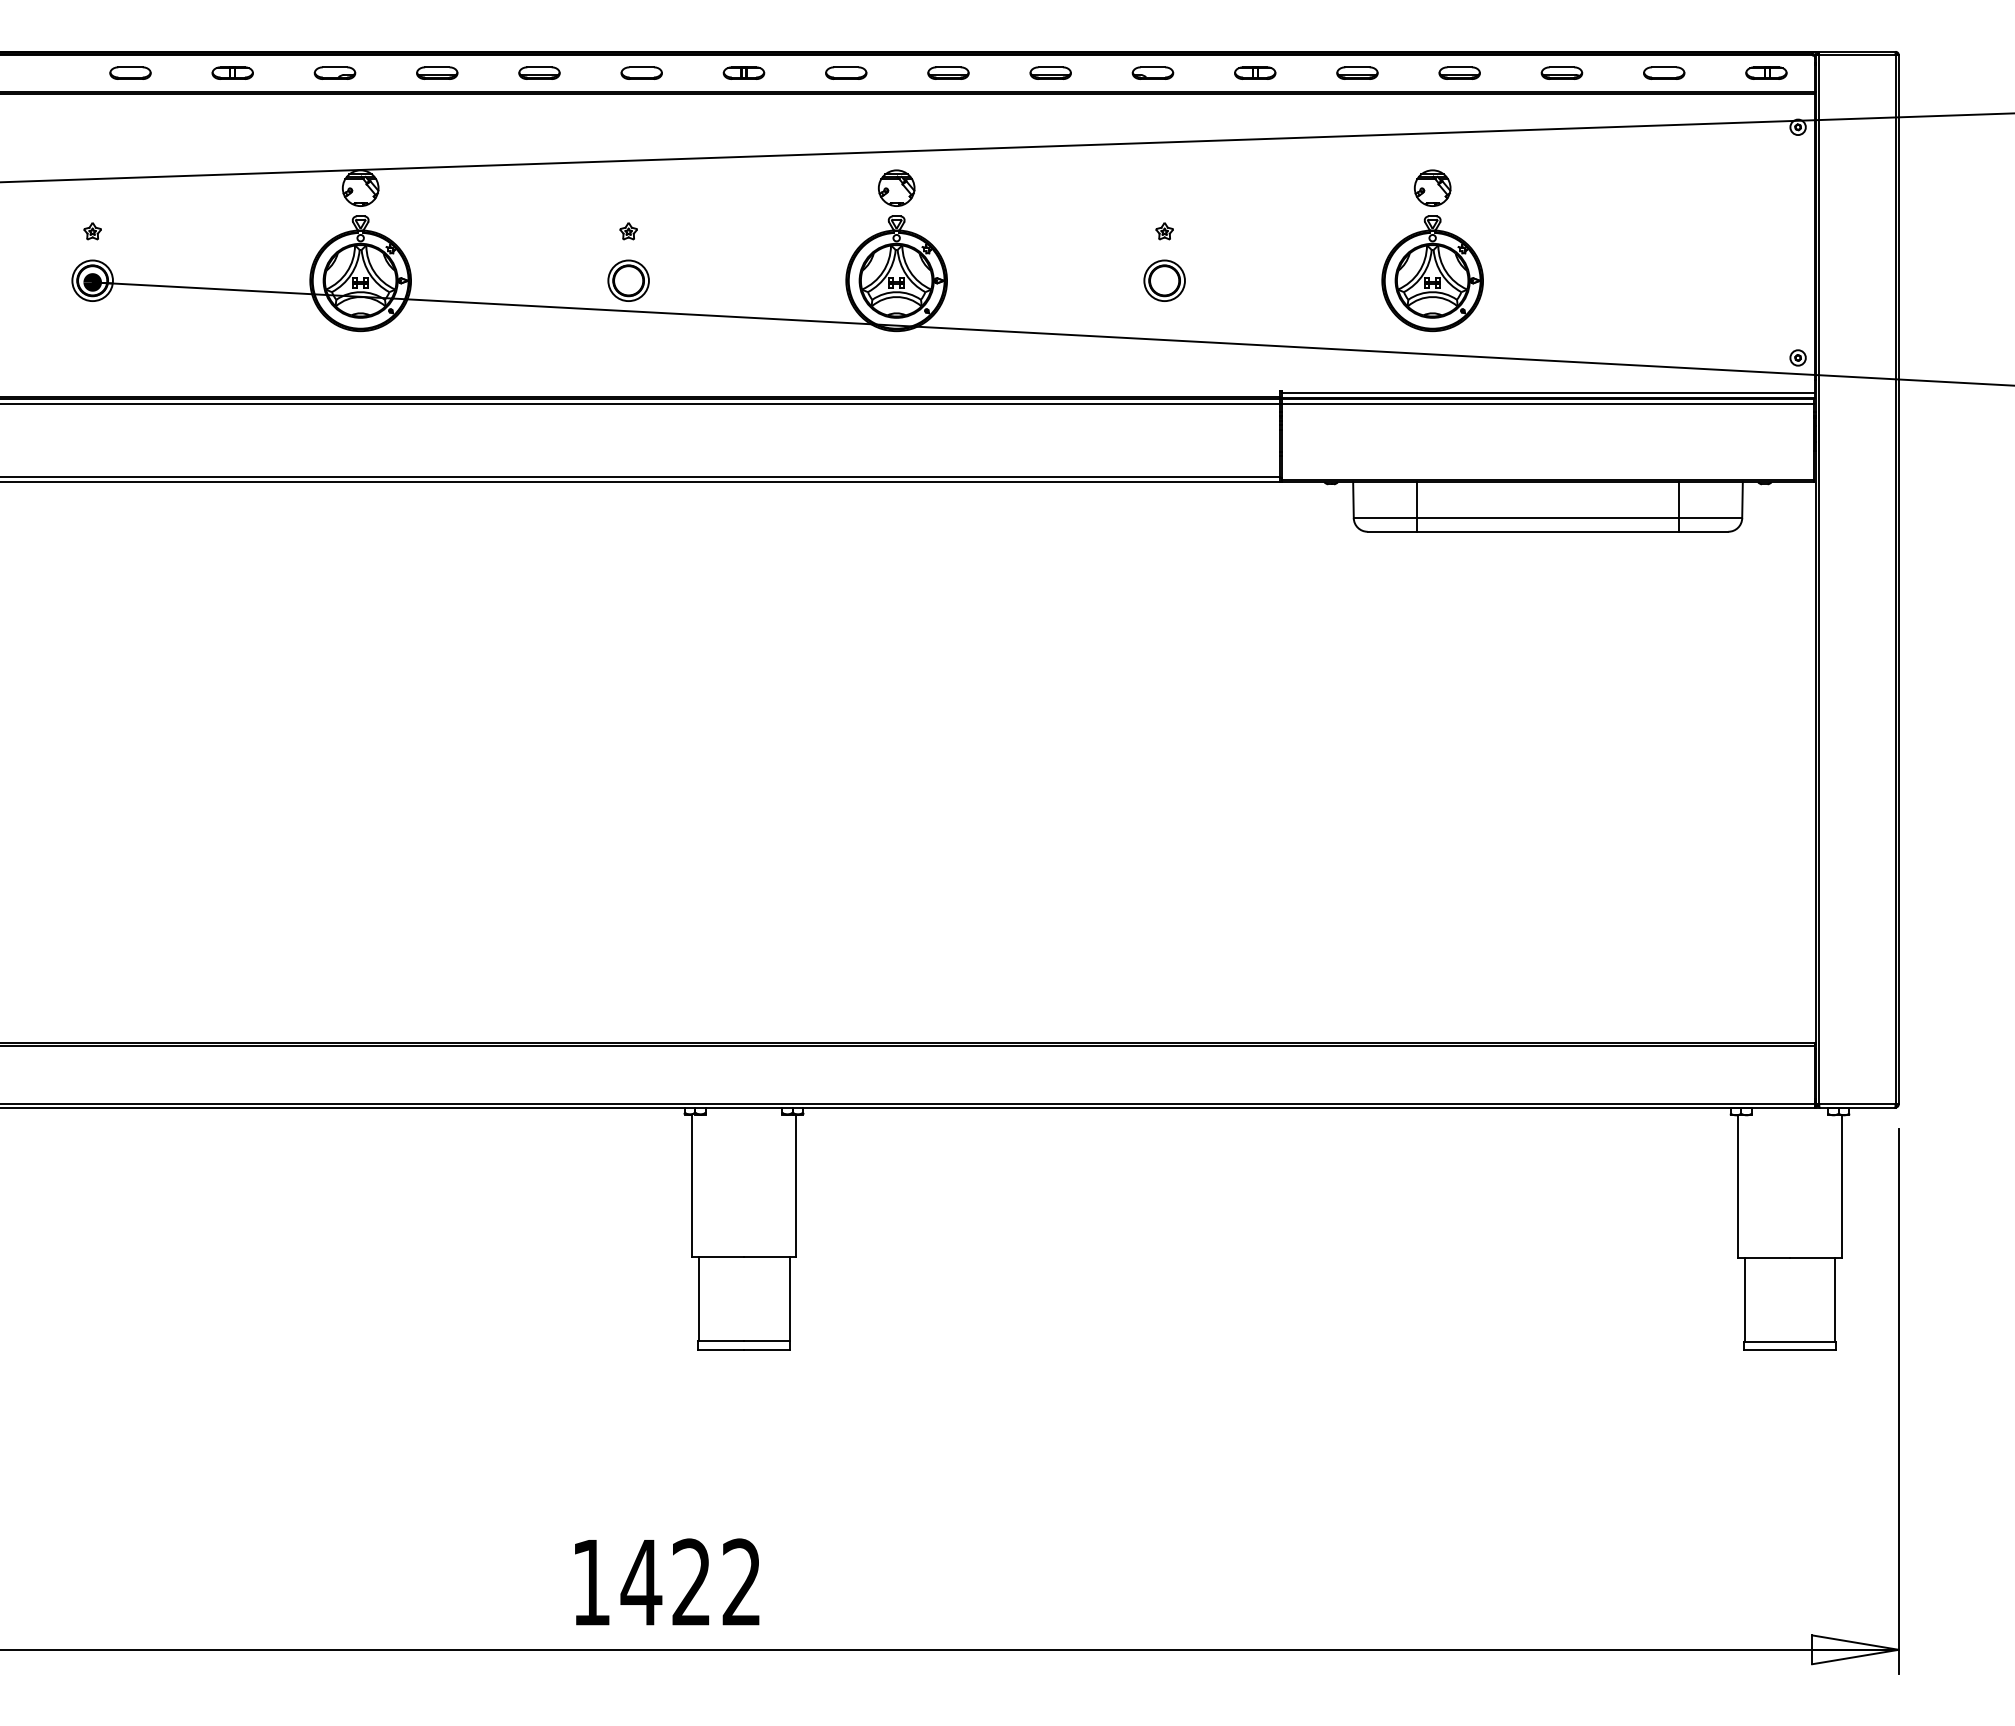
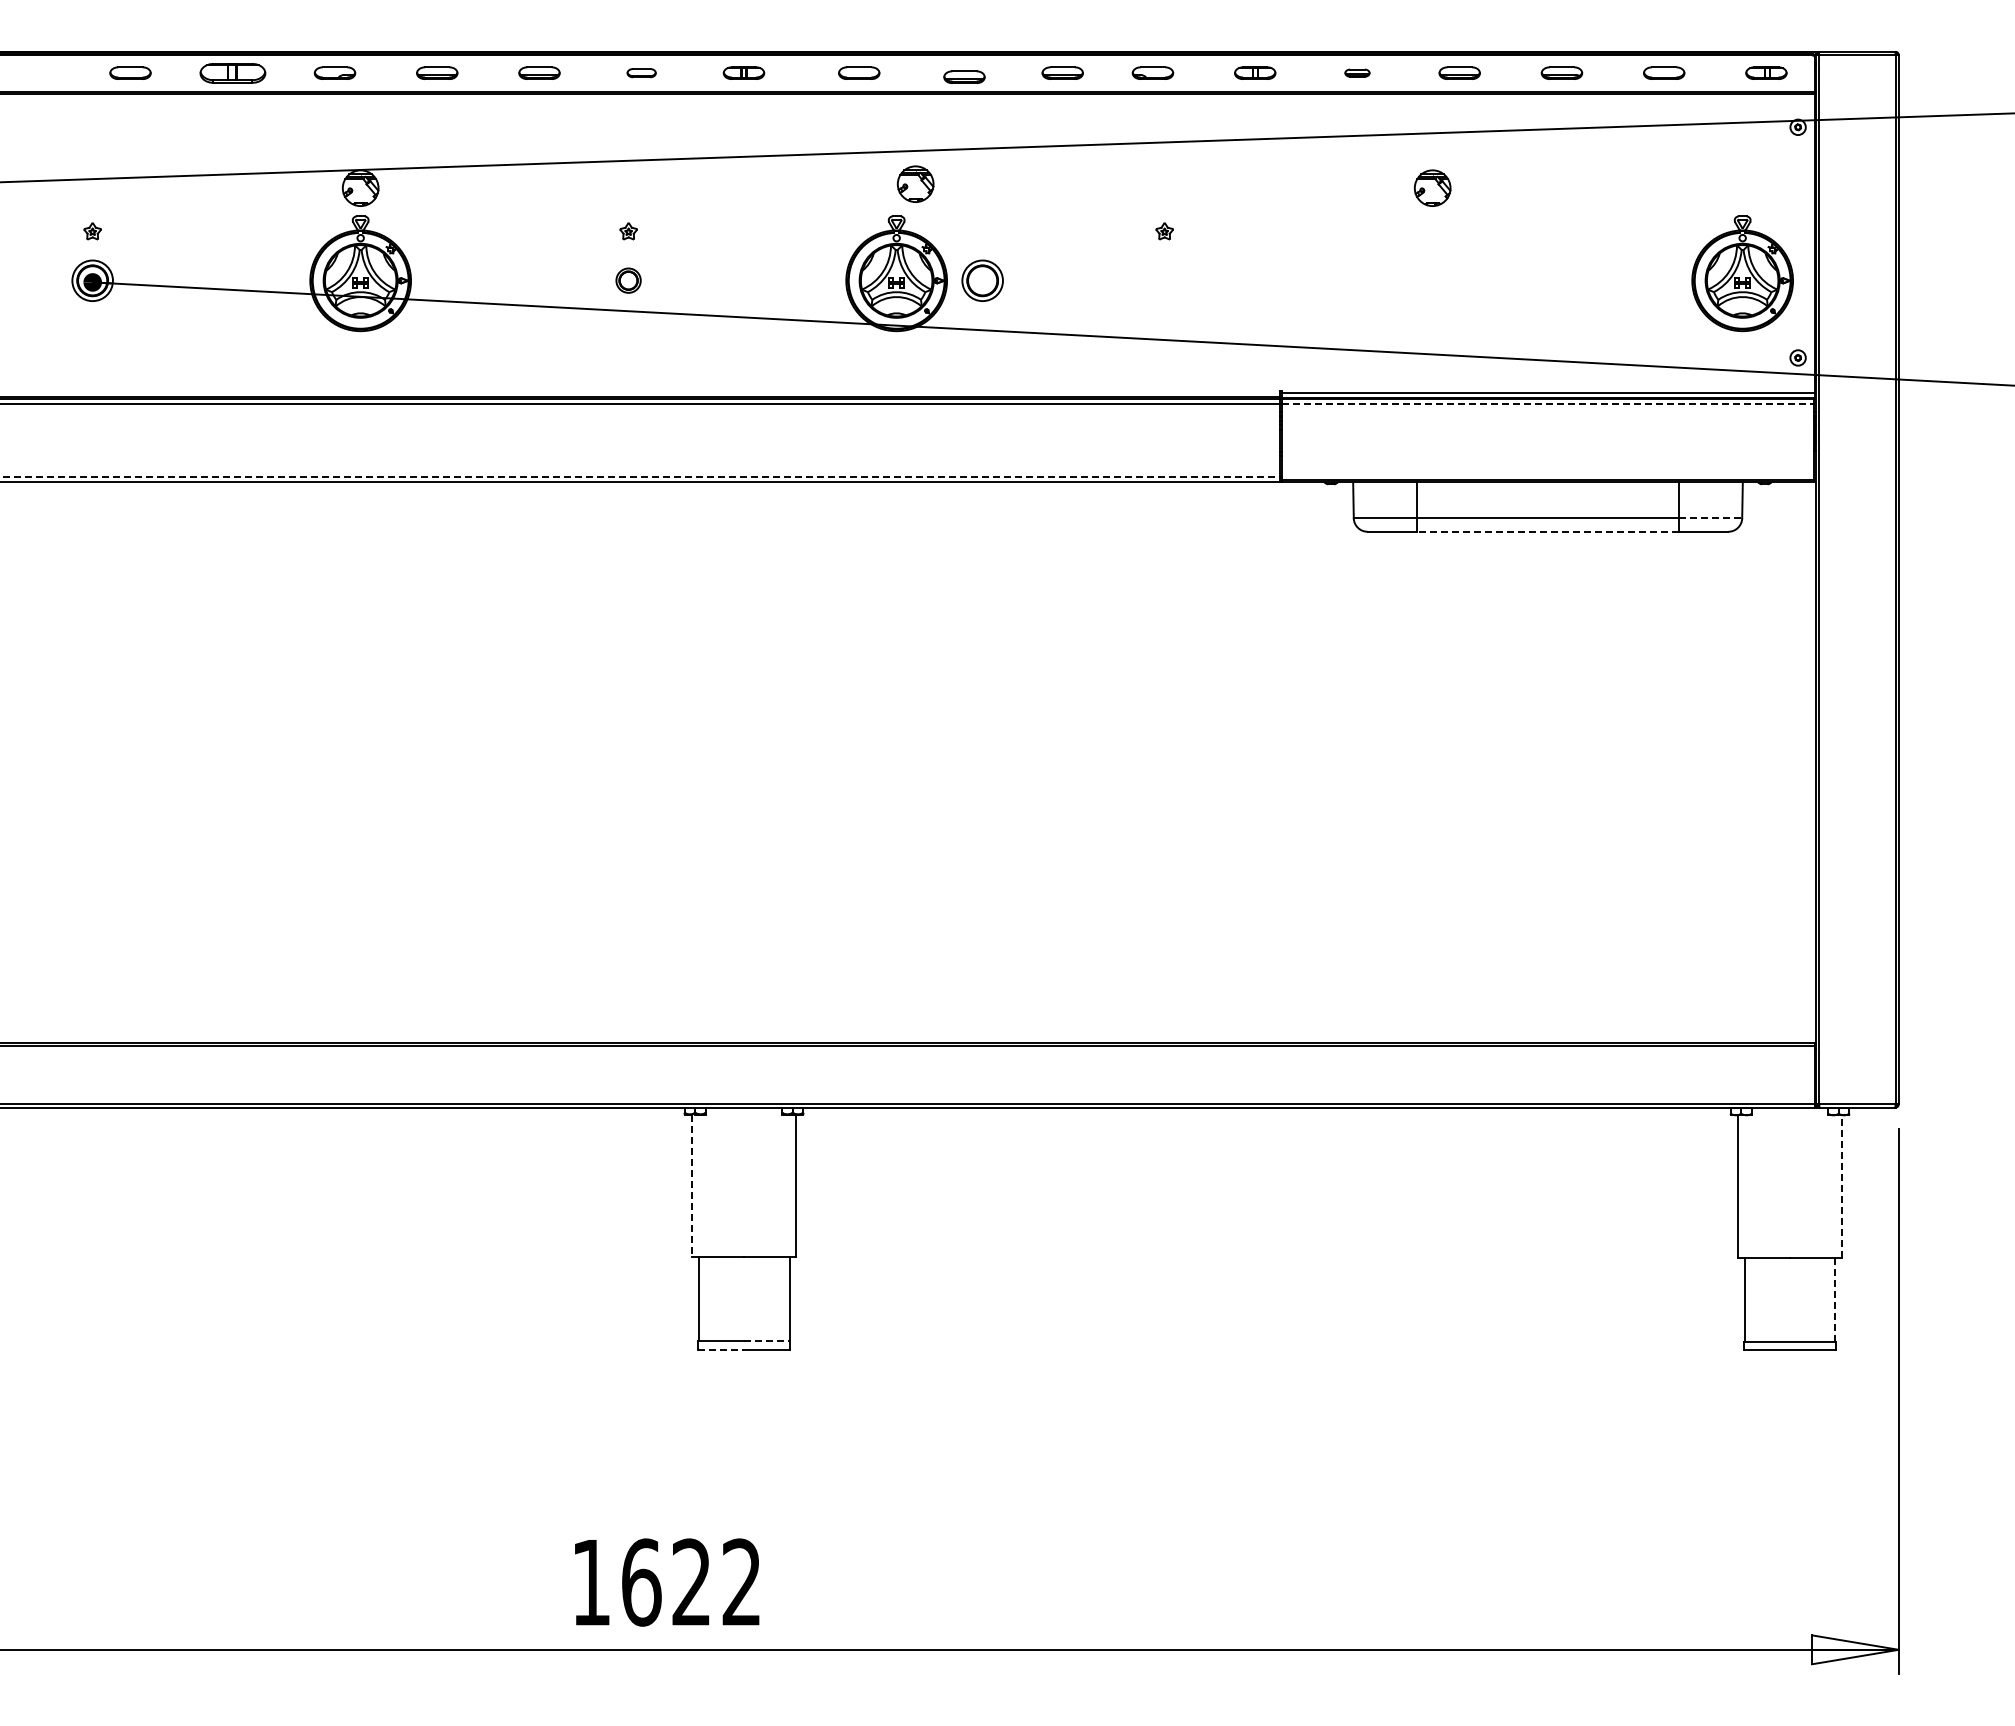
part at (232, 72) size: 43x14 px -> 68x21 px
part at (641, 72) size: 43x14 px -> 31x11 px
part at (846, 72) position: (846, 72) -> (859, 72)
part at (948, 72) position: (948, 72) -> (964, 76)
part at (1050, 72) position: (1050, 72) -> (1062, 72)
part at (1357, 72) size: 43x14 px -> 27x10 px
part at (896, 187) position: (896, 187) -> (915, 183)
part at (1432, 273) position: (1432, 273) -> (1742, 273)
part at (628, 280) size: 43x43 px -> 27x27 px
part at (1164, 280) position: (1164, 280) -> (982, 280)
line at (1548, 404): solid -> dashed
line at (640, 477): solid -> dashed
line at (1710, 518): solid -> dashed
line at (1548, 531): solid -> dashed
line at (692, 1186): solid -> dashed
line at (1841, 1186): solid -> dashed
line at (1835, 1299): solid -> dashed
line at (767, 1341): solid -> dashed
line at (721, 1349): solid -> dashed
text at (641, 1582): 1422 -> 1622
